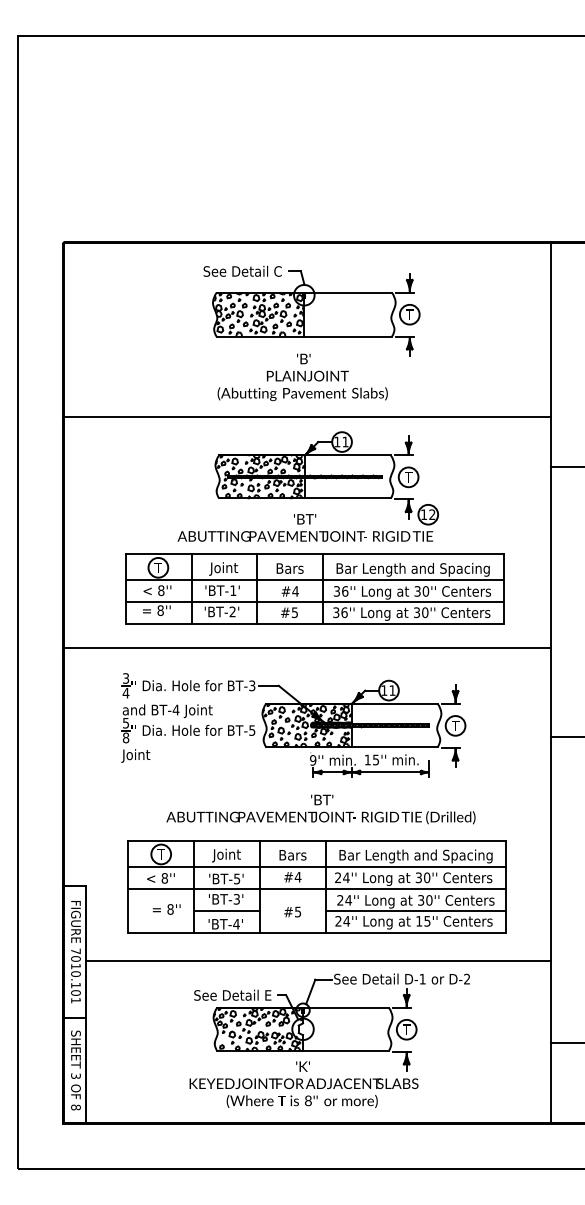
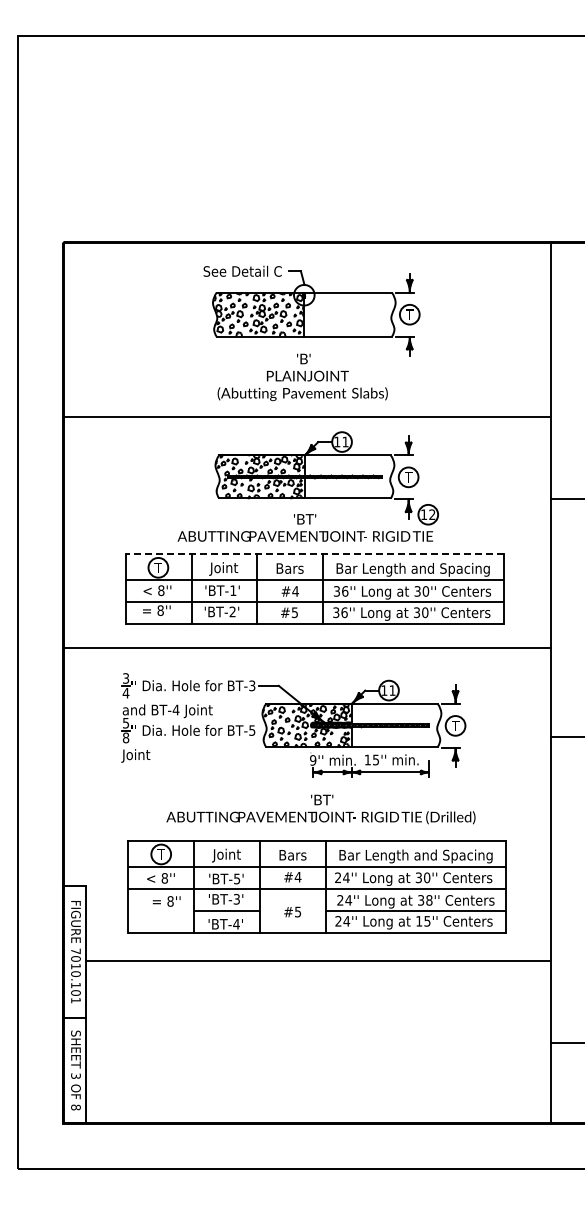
line at (565, 466) position: (565, 466) -> (565, 498)
line at (314, 553): solid -> dashed
text at (429, 900): 30'' -> 38''
text at (166, 909) position: (166, 909) -> (166, 901)
part at (329, 1040): present -> none
